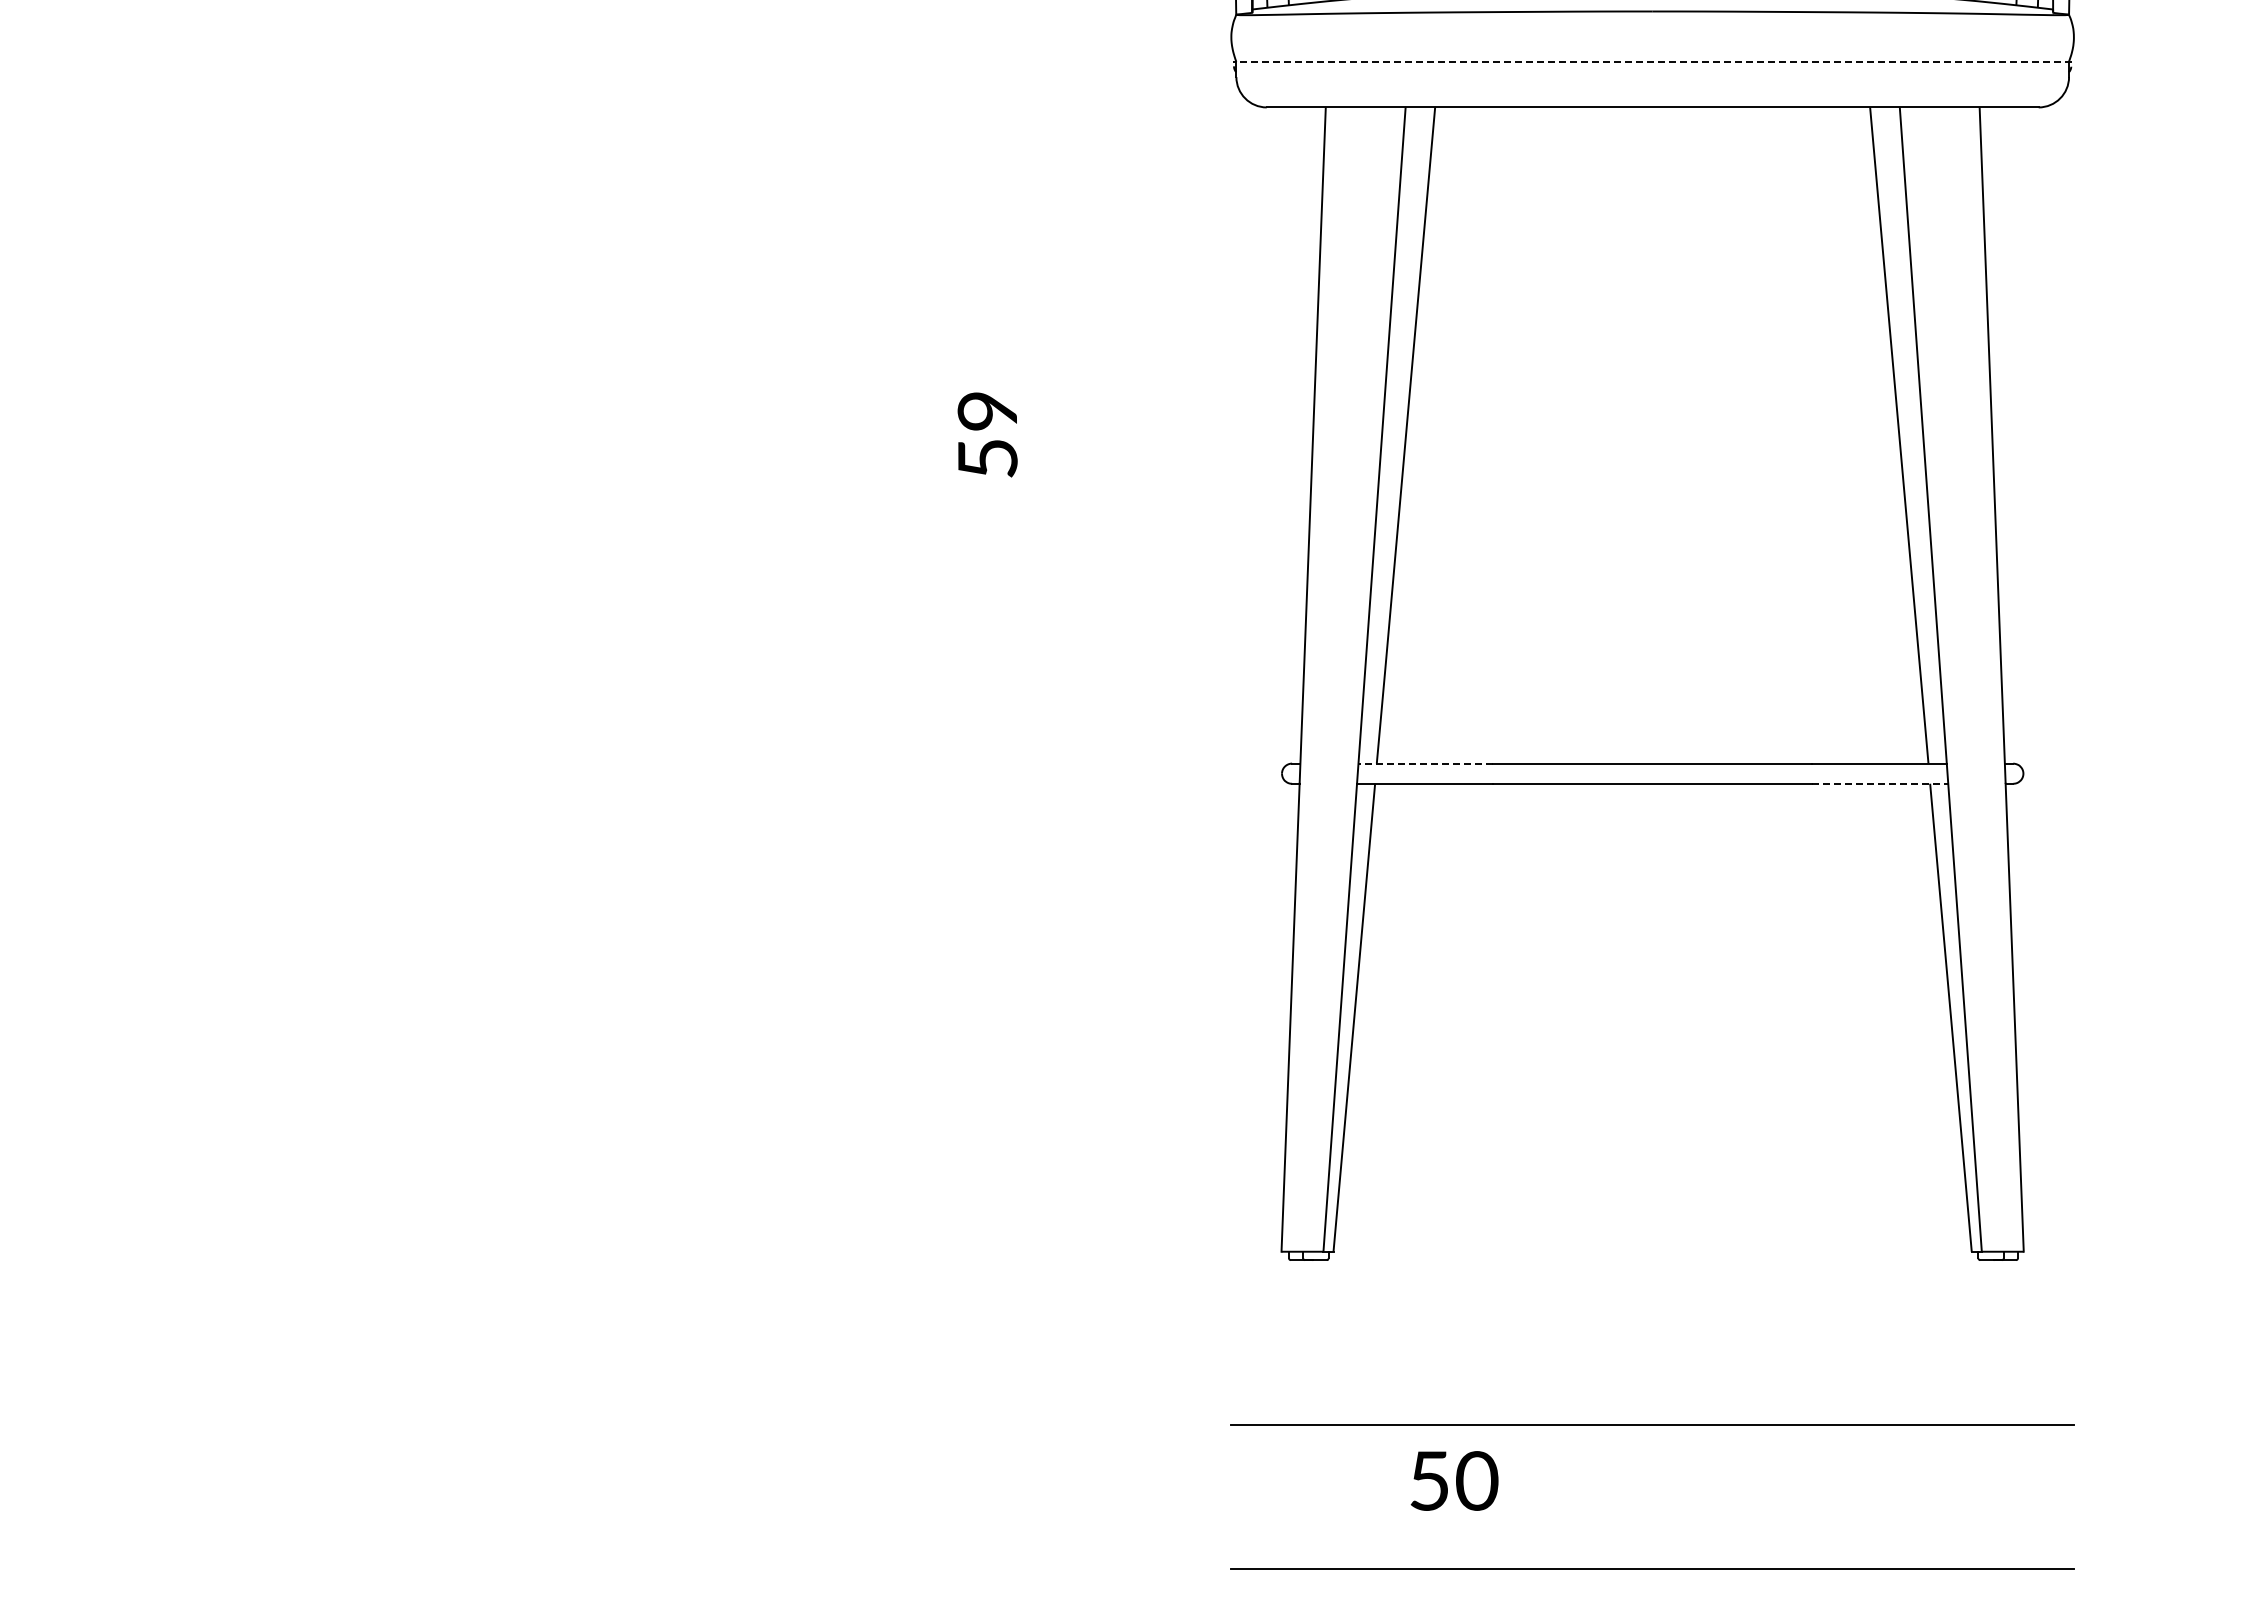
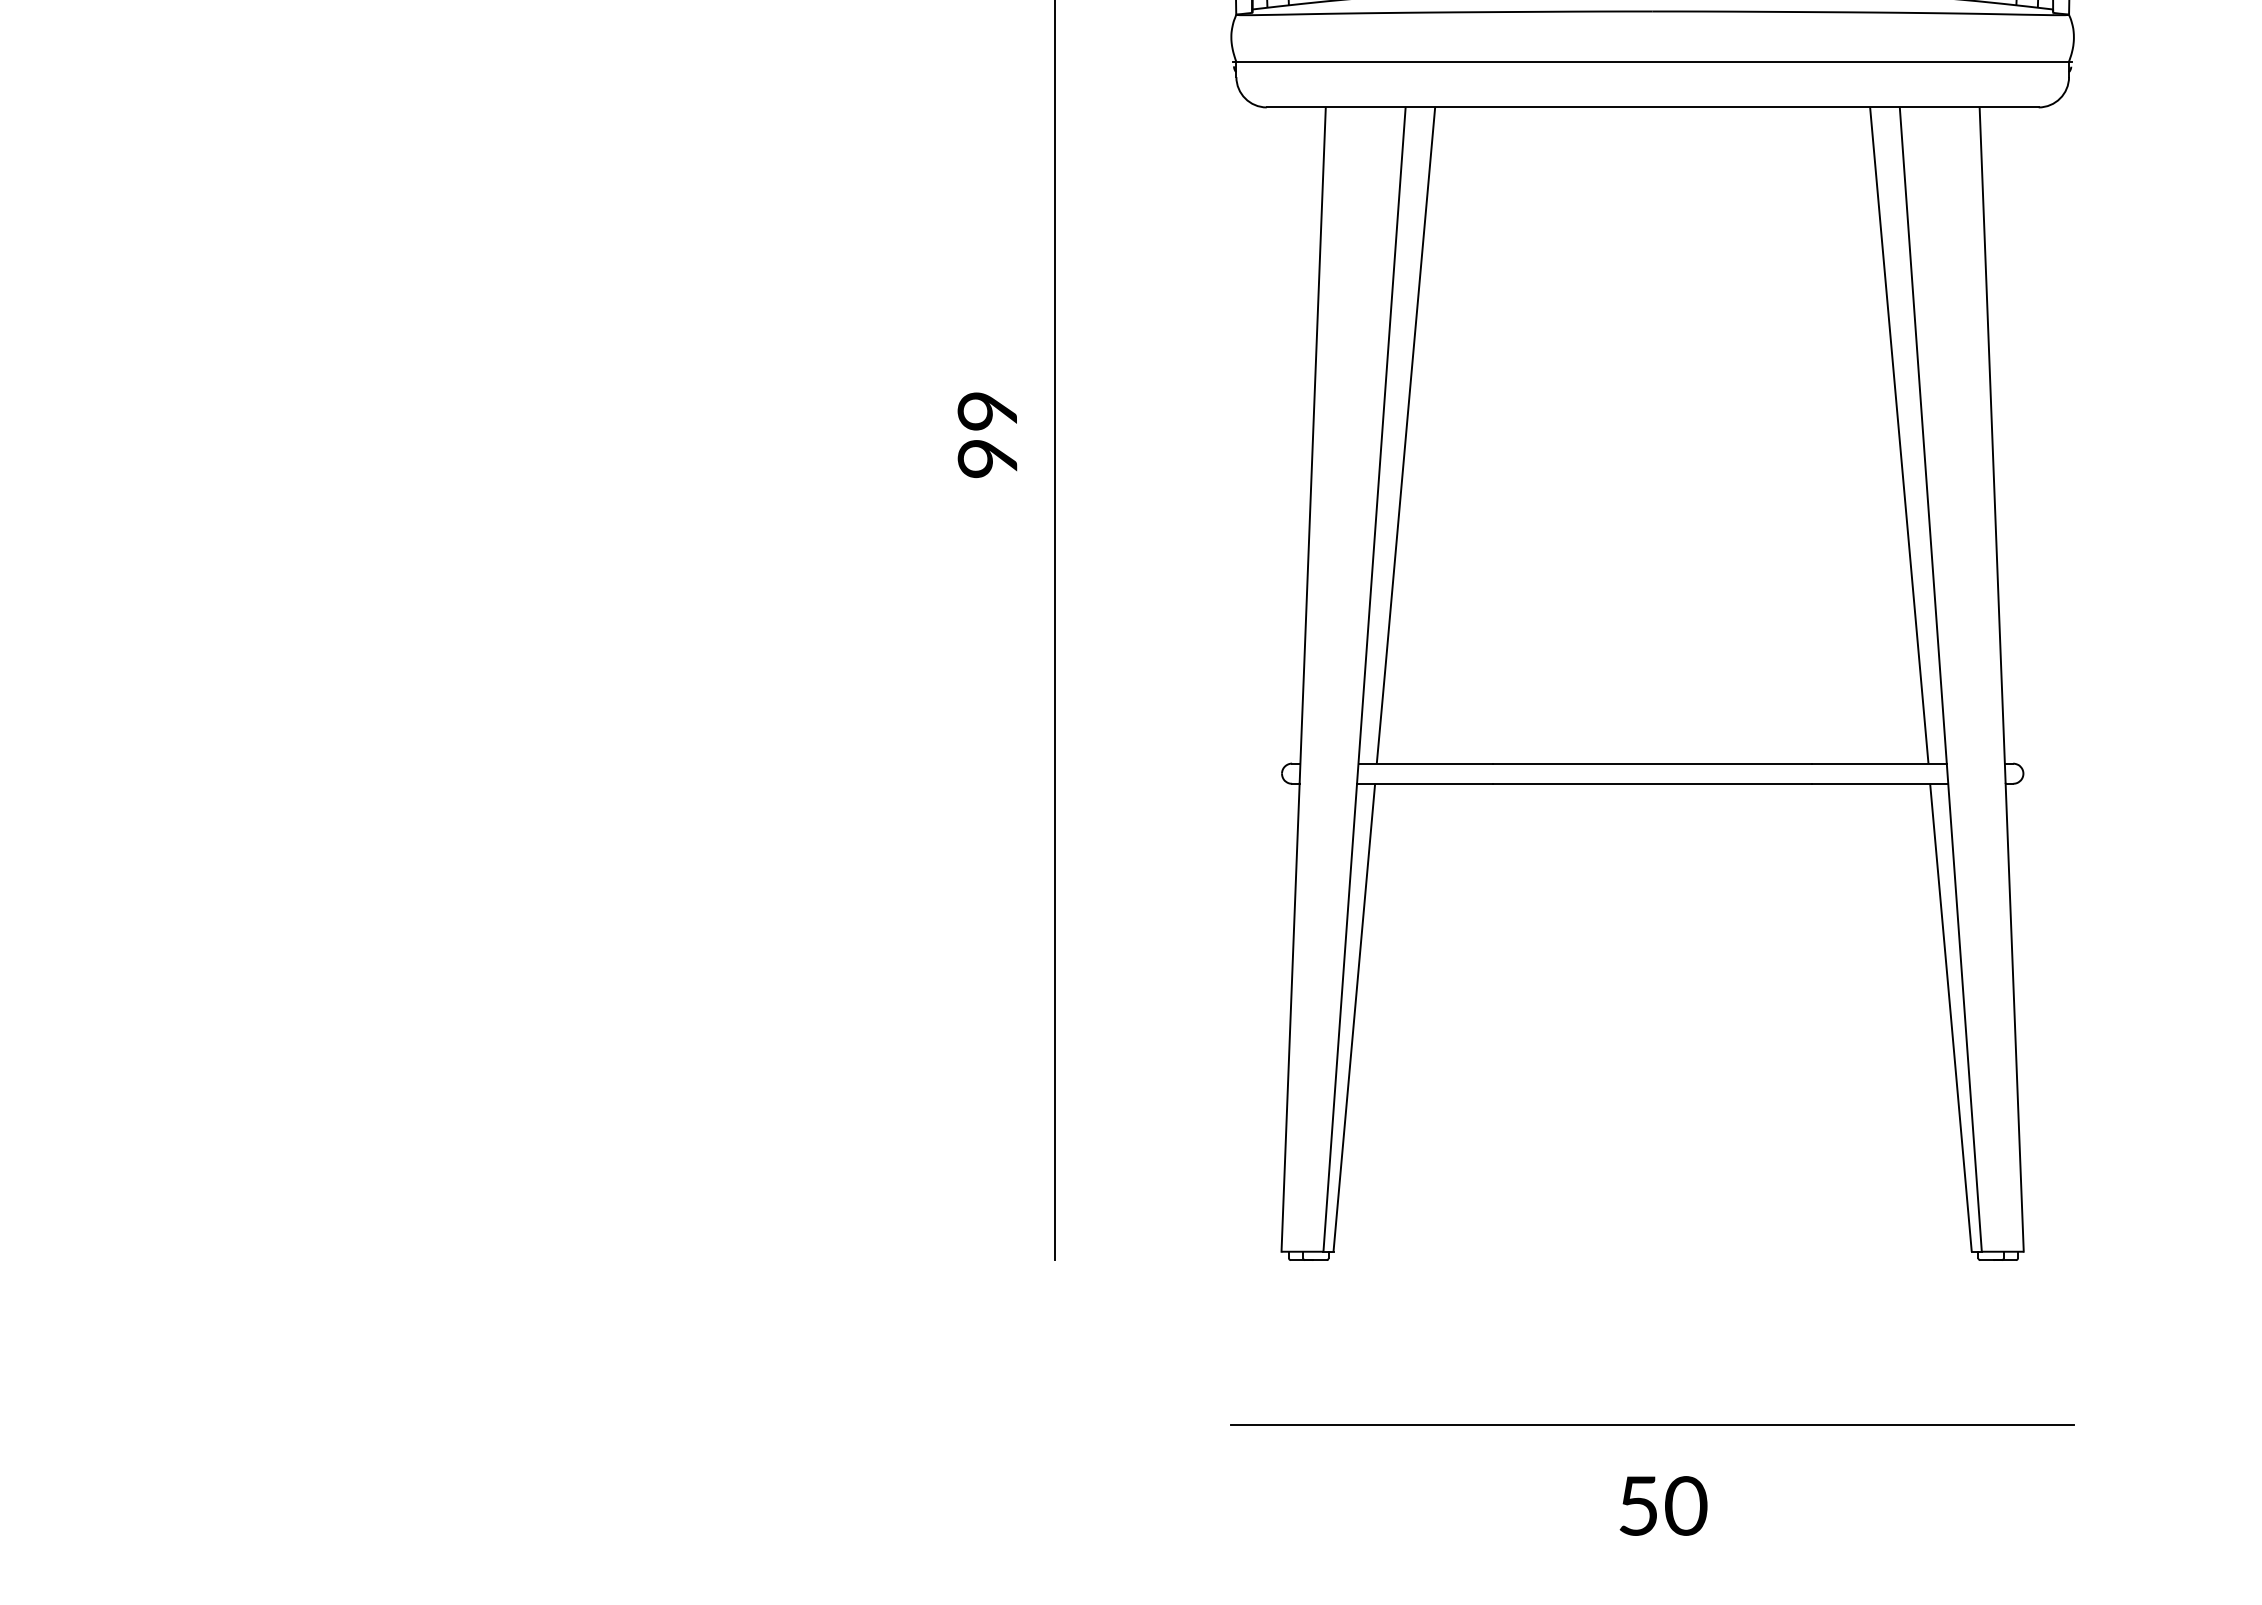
line at (1652, 61): dashed -> solid
text at (987, 459): 59 -> 99
line at (1055, 631): none -> present
line at (1425, 763): dashed -> solid
line at (1880, 783): dashed -> solid
text at (1454, 1480) position: (1454, 1480) -> (1663, 1505)
line at (1652, 1568): present -> none
